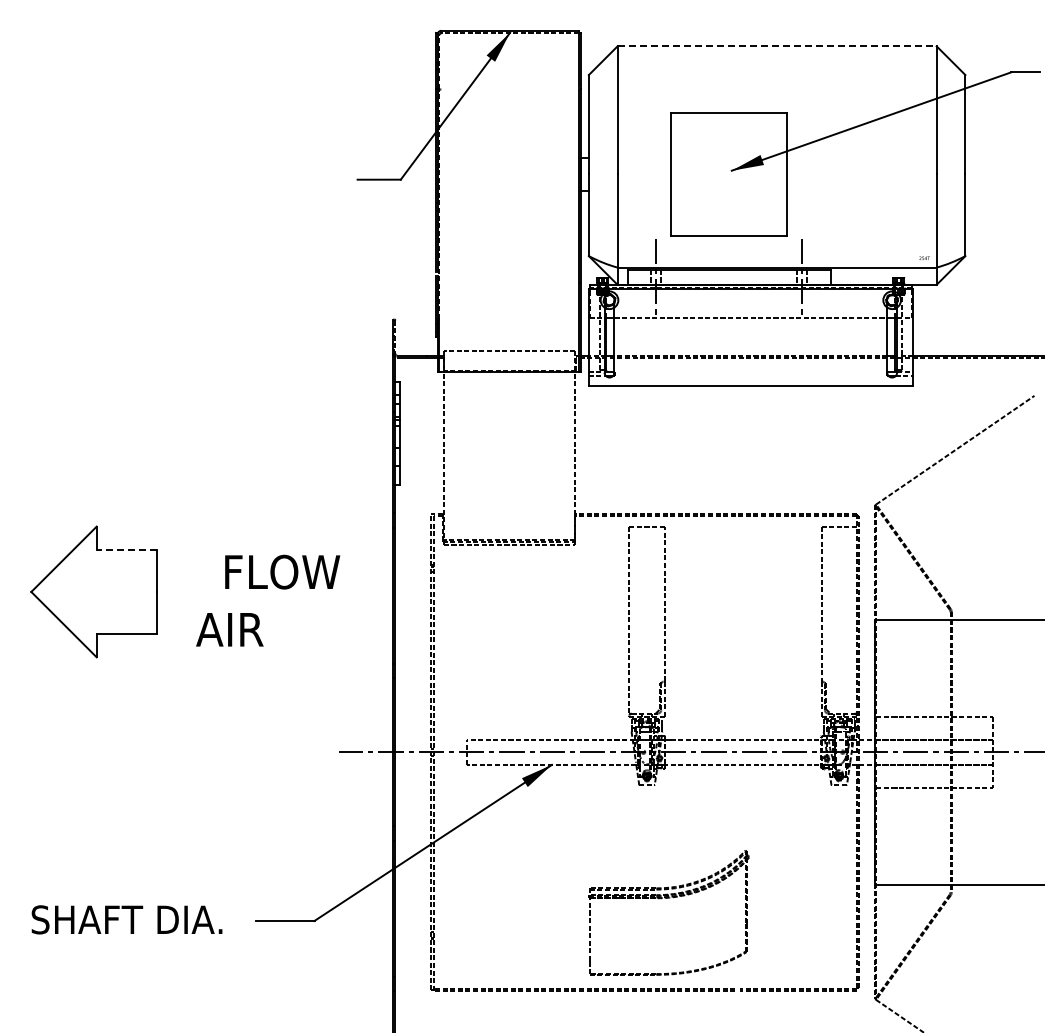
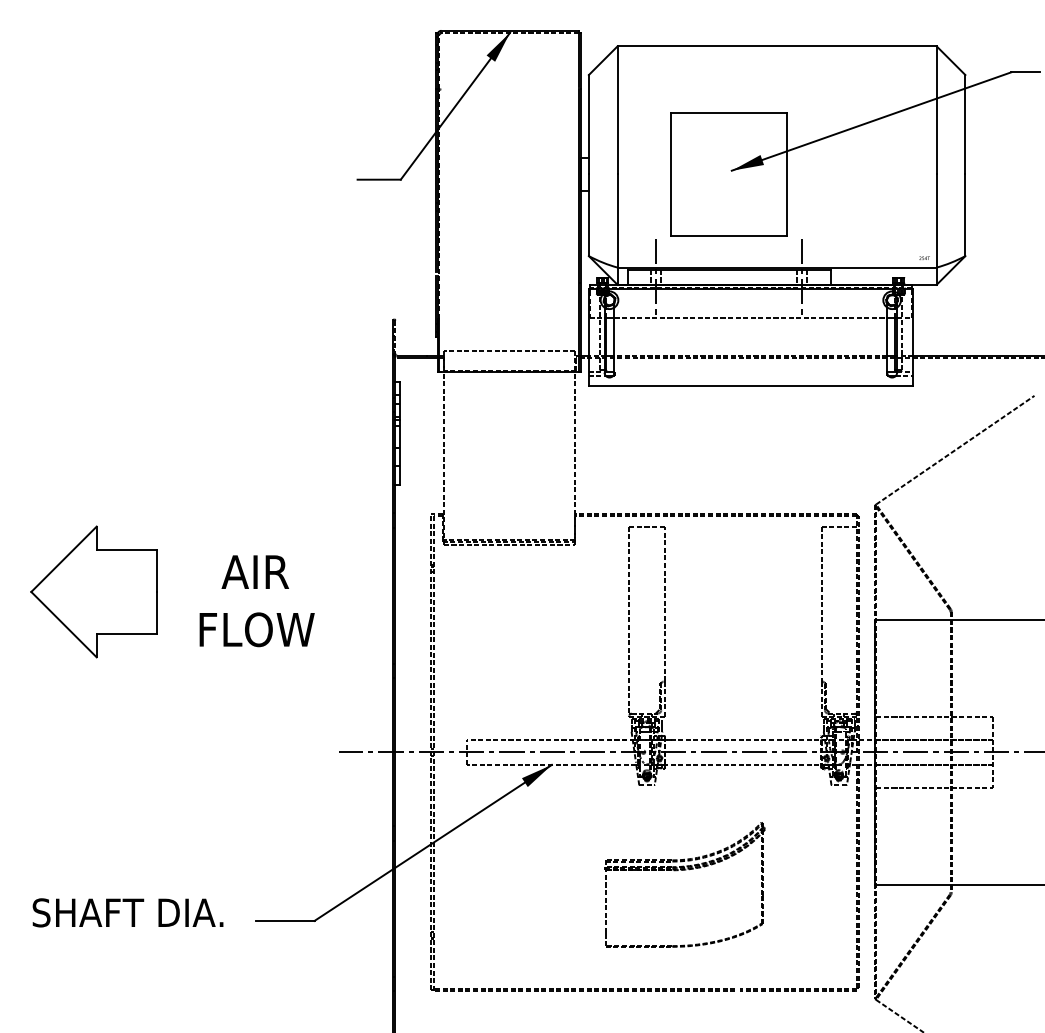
line at (777, 46): dashed -> solid
line at (126, 550): dashed -> solid
text at (280, 571): FLOW -> AIR
text at (255, 629): AIR -> FLOW
part at (668, 898) position: (668, 898) -> (684, 870)
text at (126, 919) position: (126, 919) -> (127, 912)
